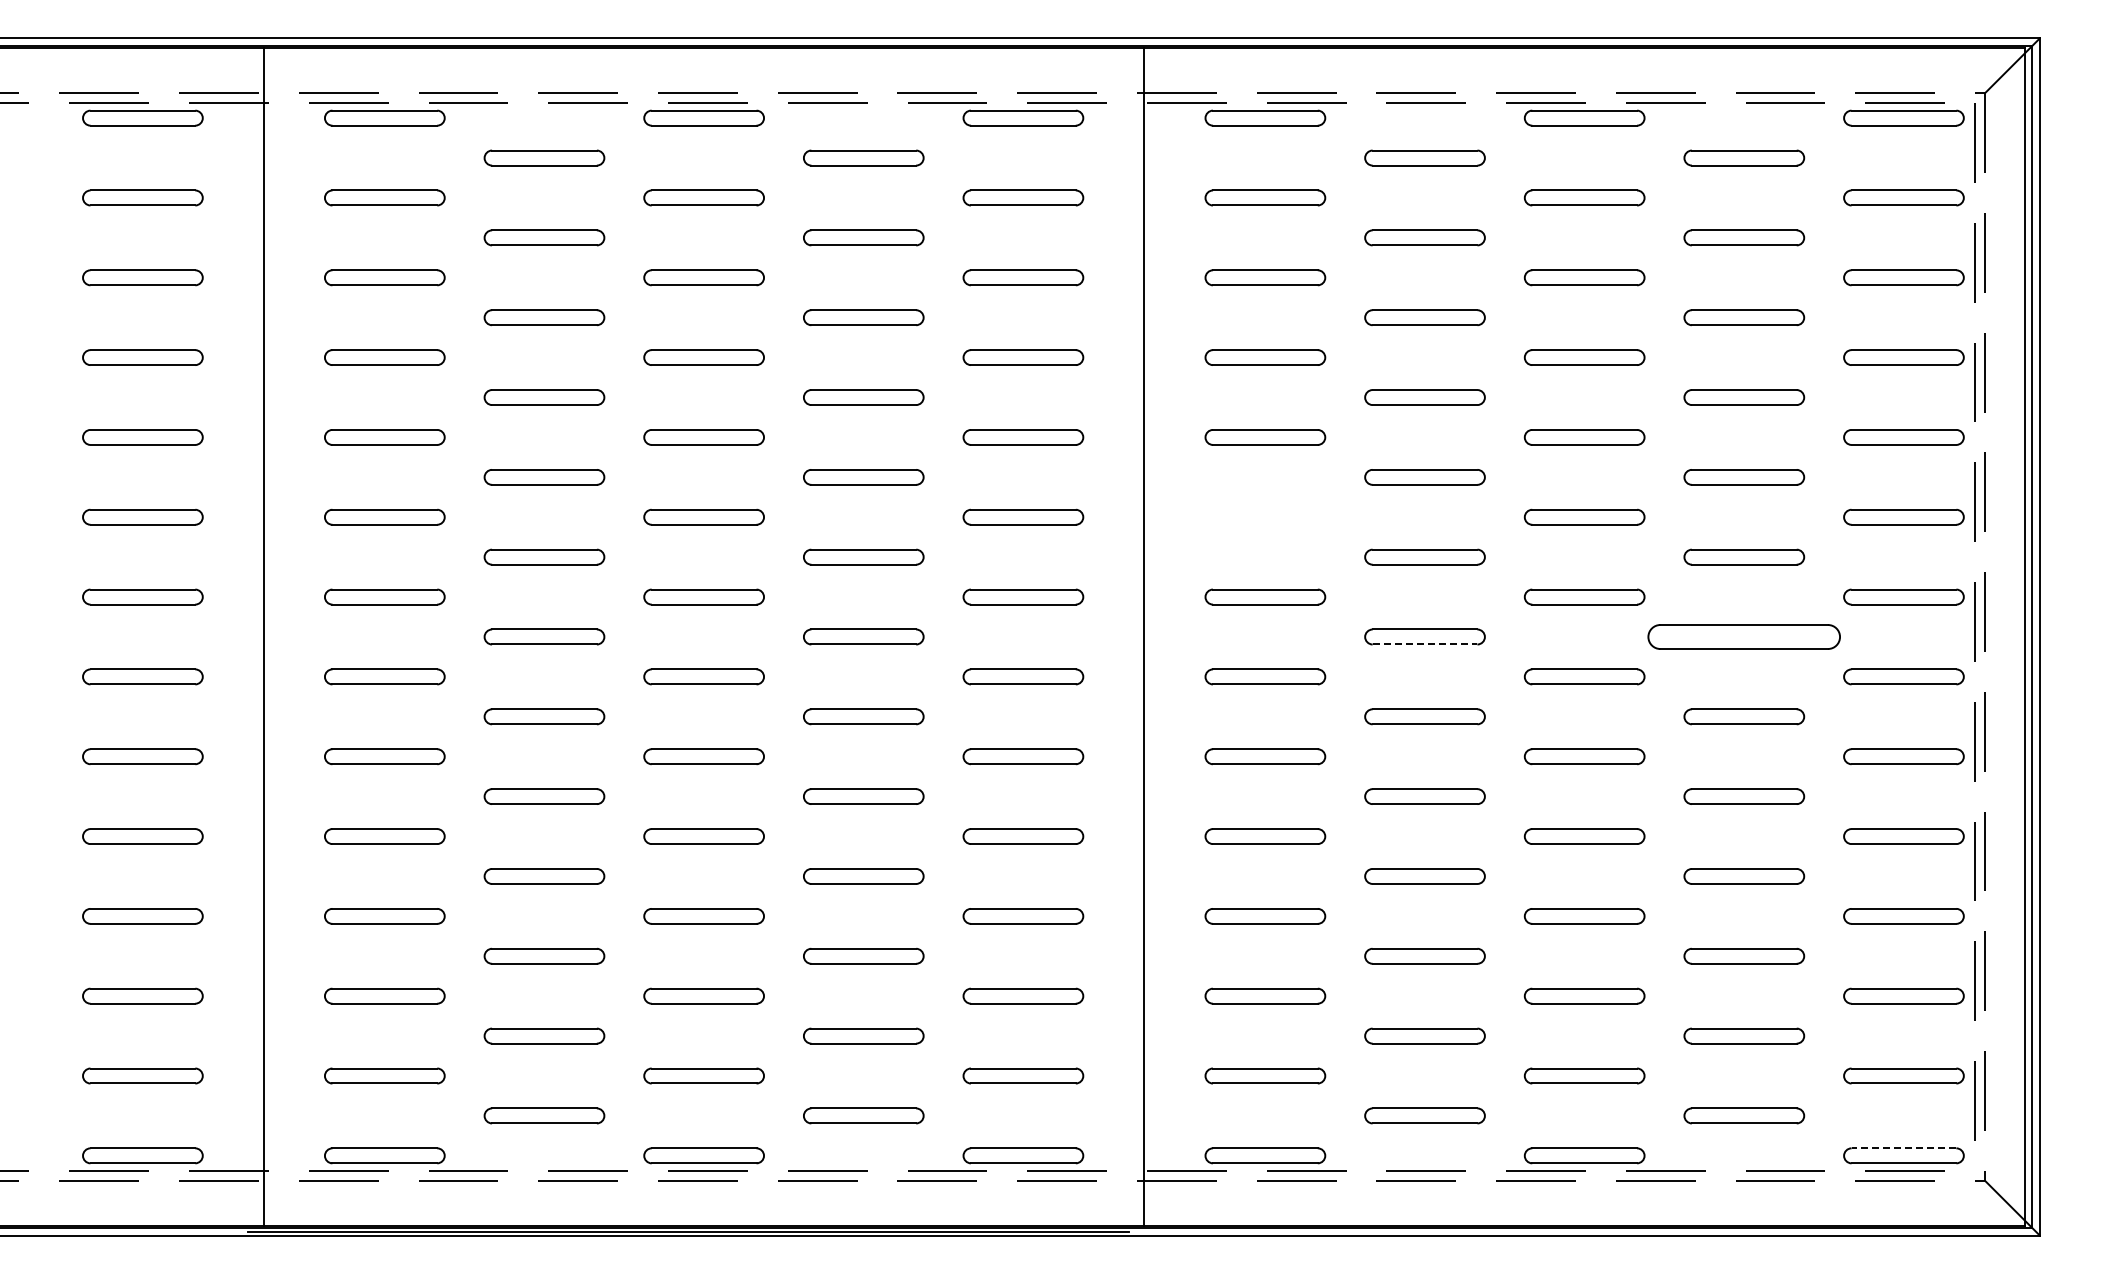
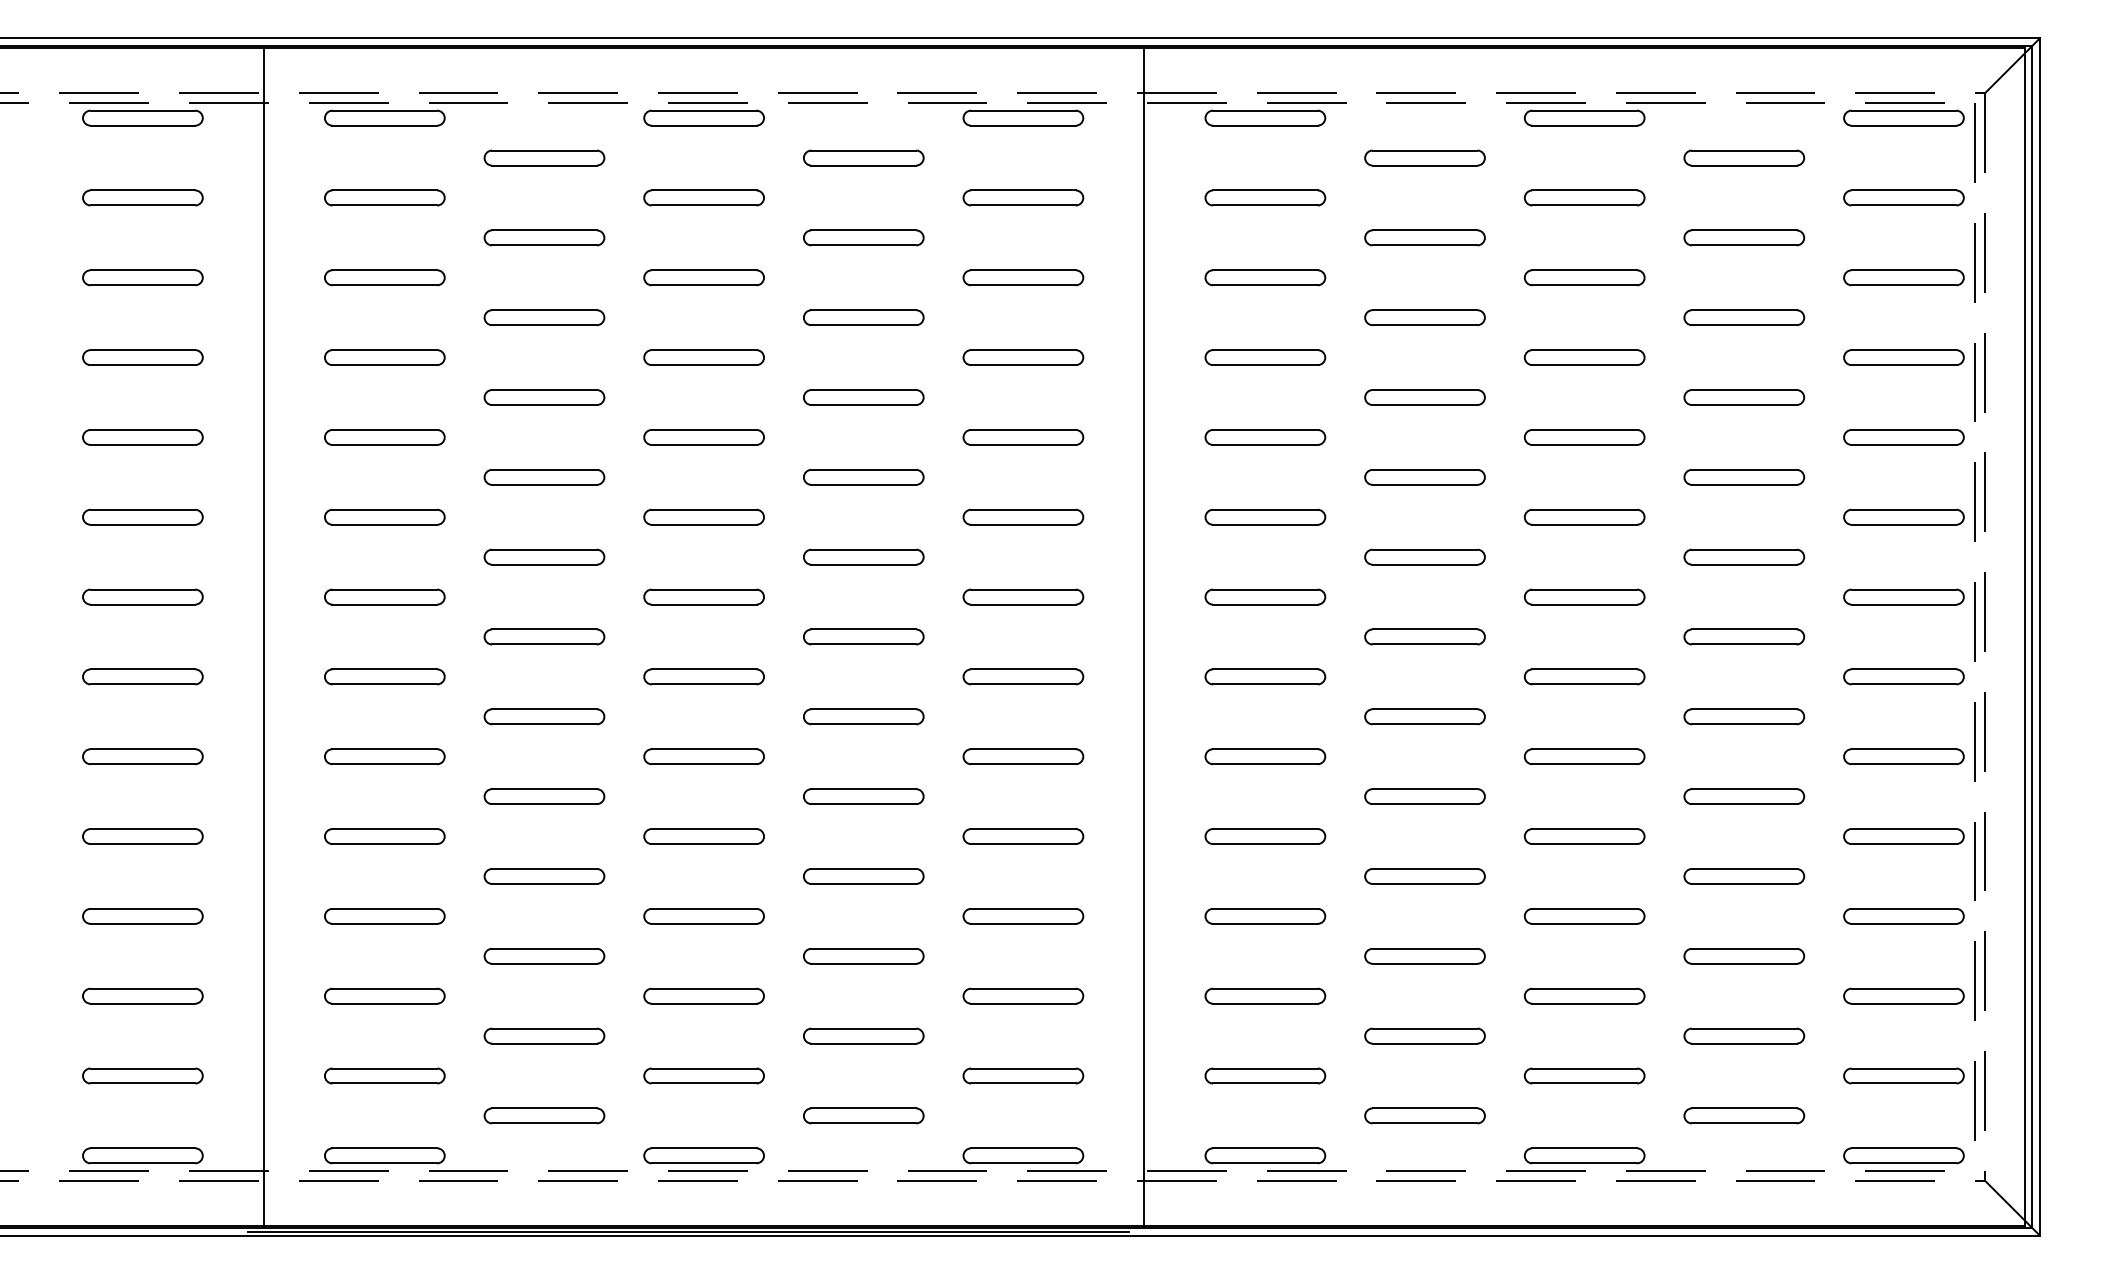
part at (1265, 516): none -> present
part at (1743, 636) size: 194x26 px -> 123x18 px
line at (1425, 644): dashed -> solid
line at (1903, 1148): dashed -> solid
